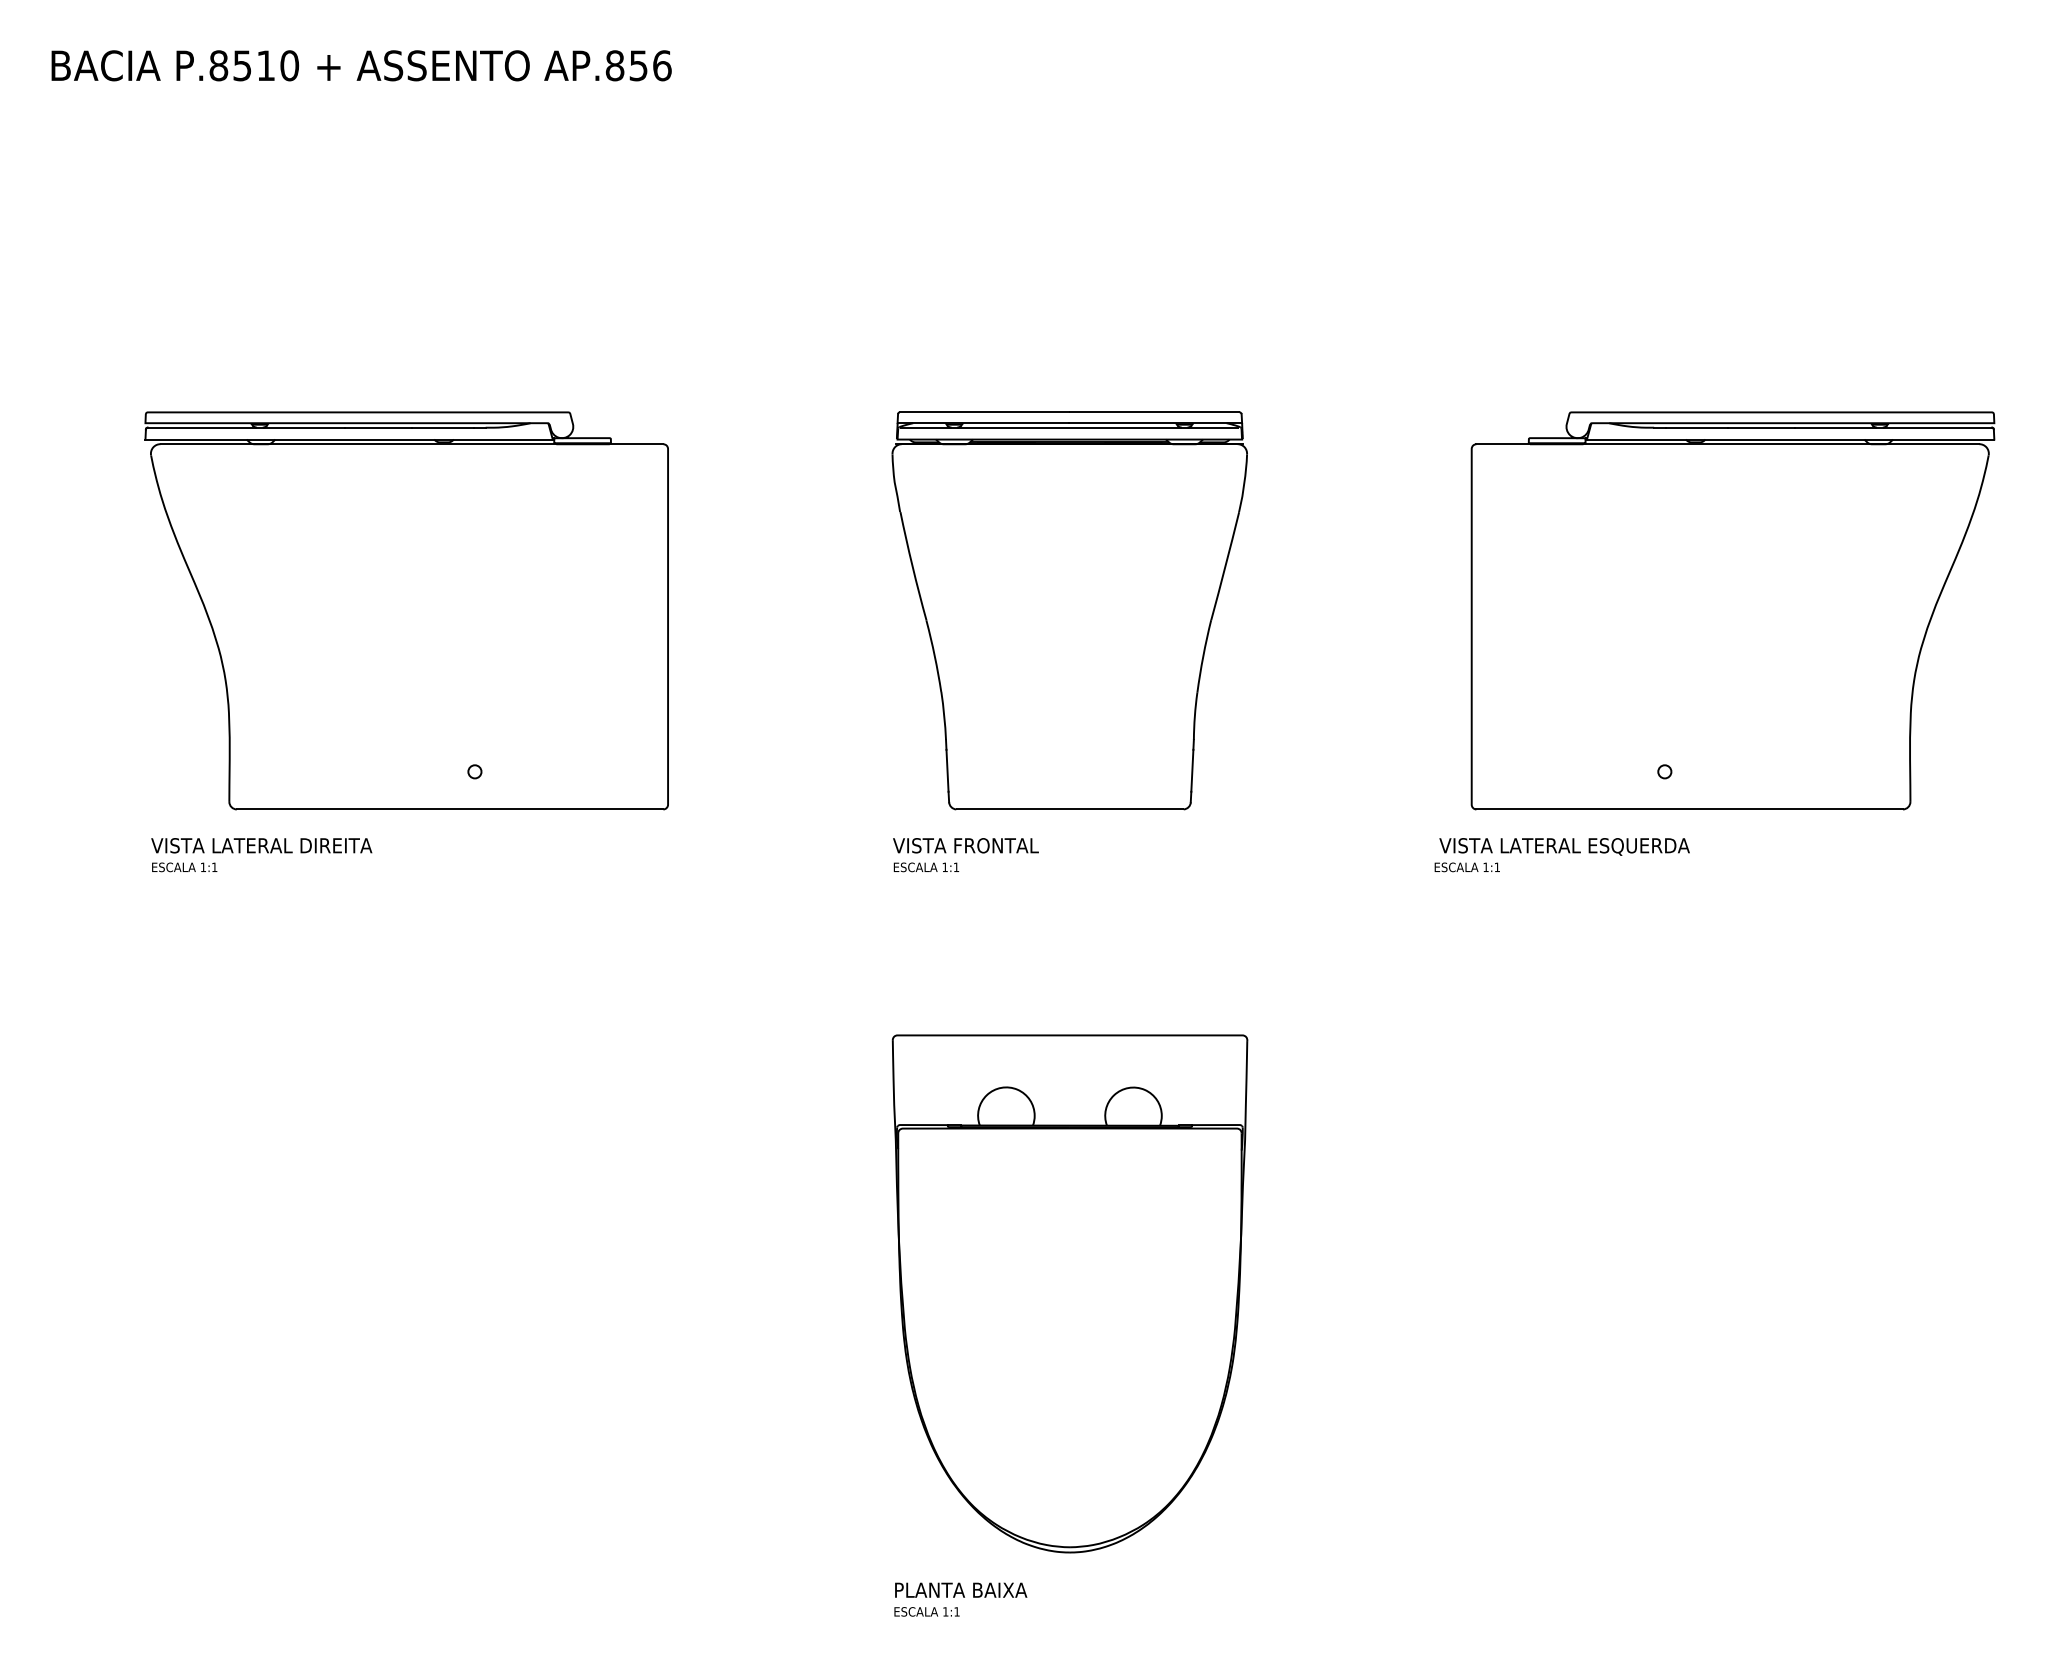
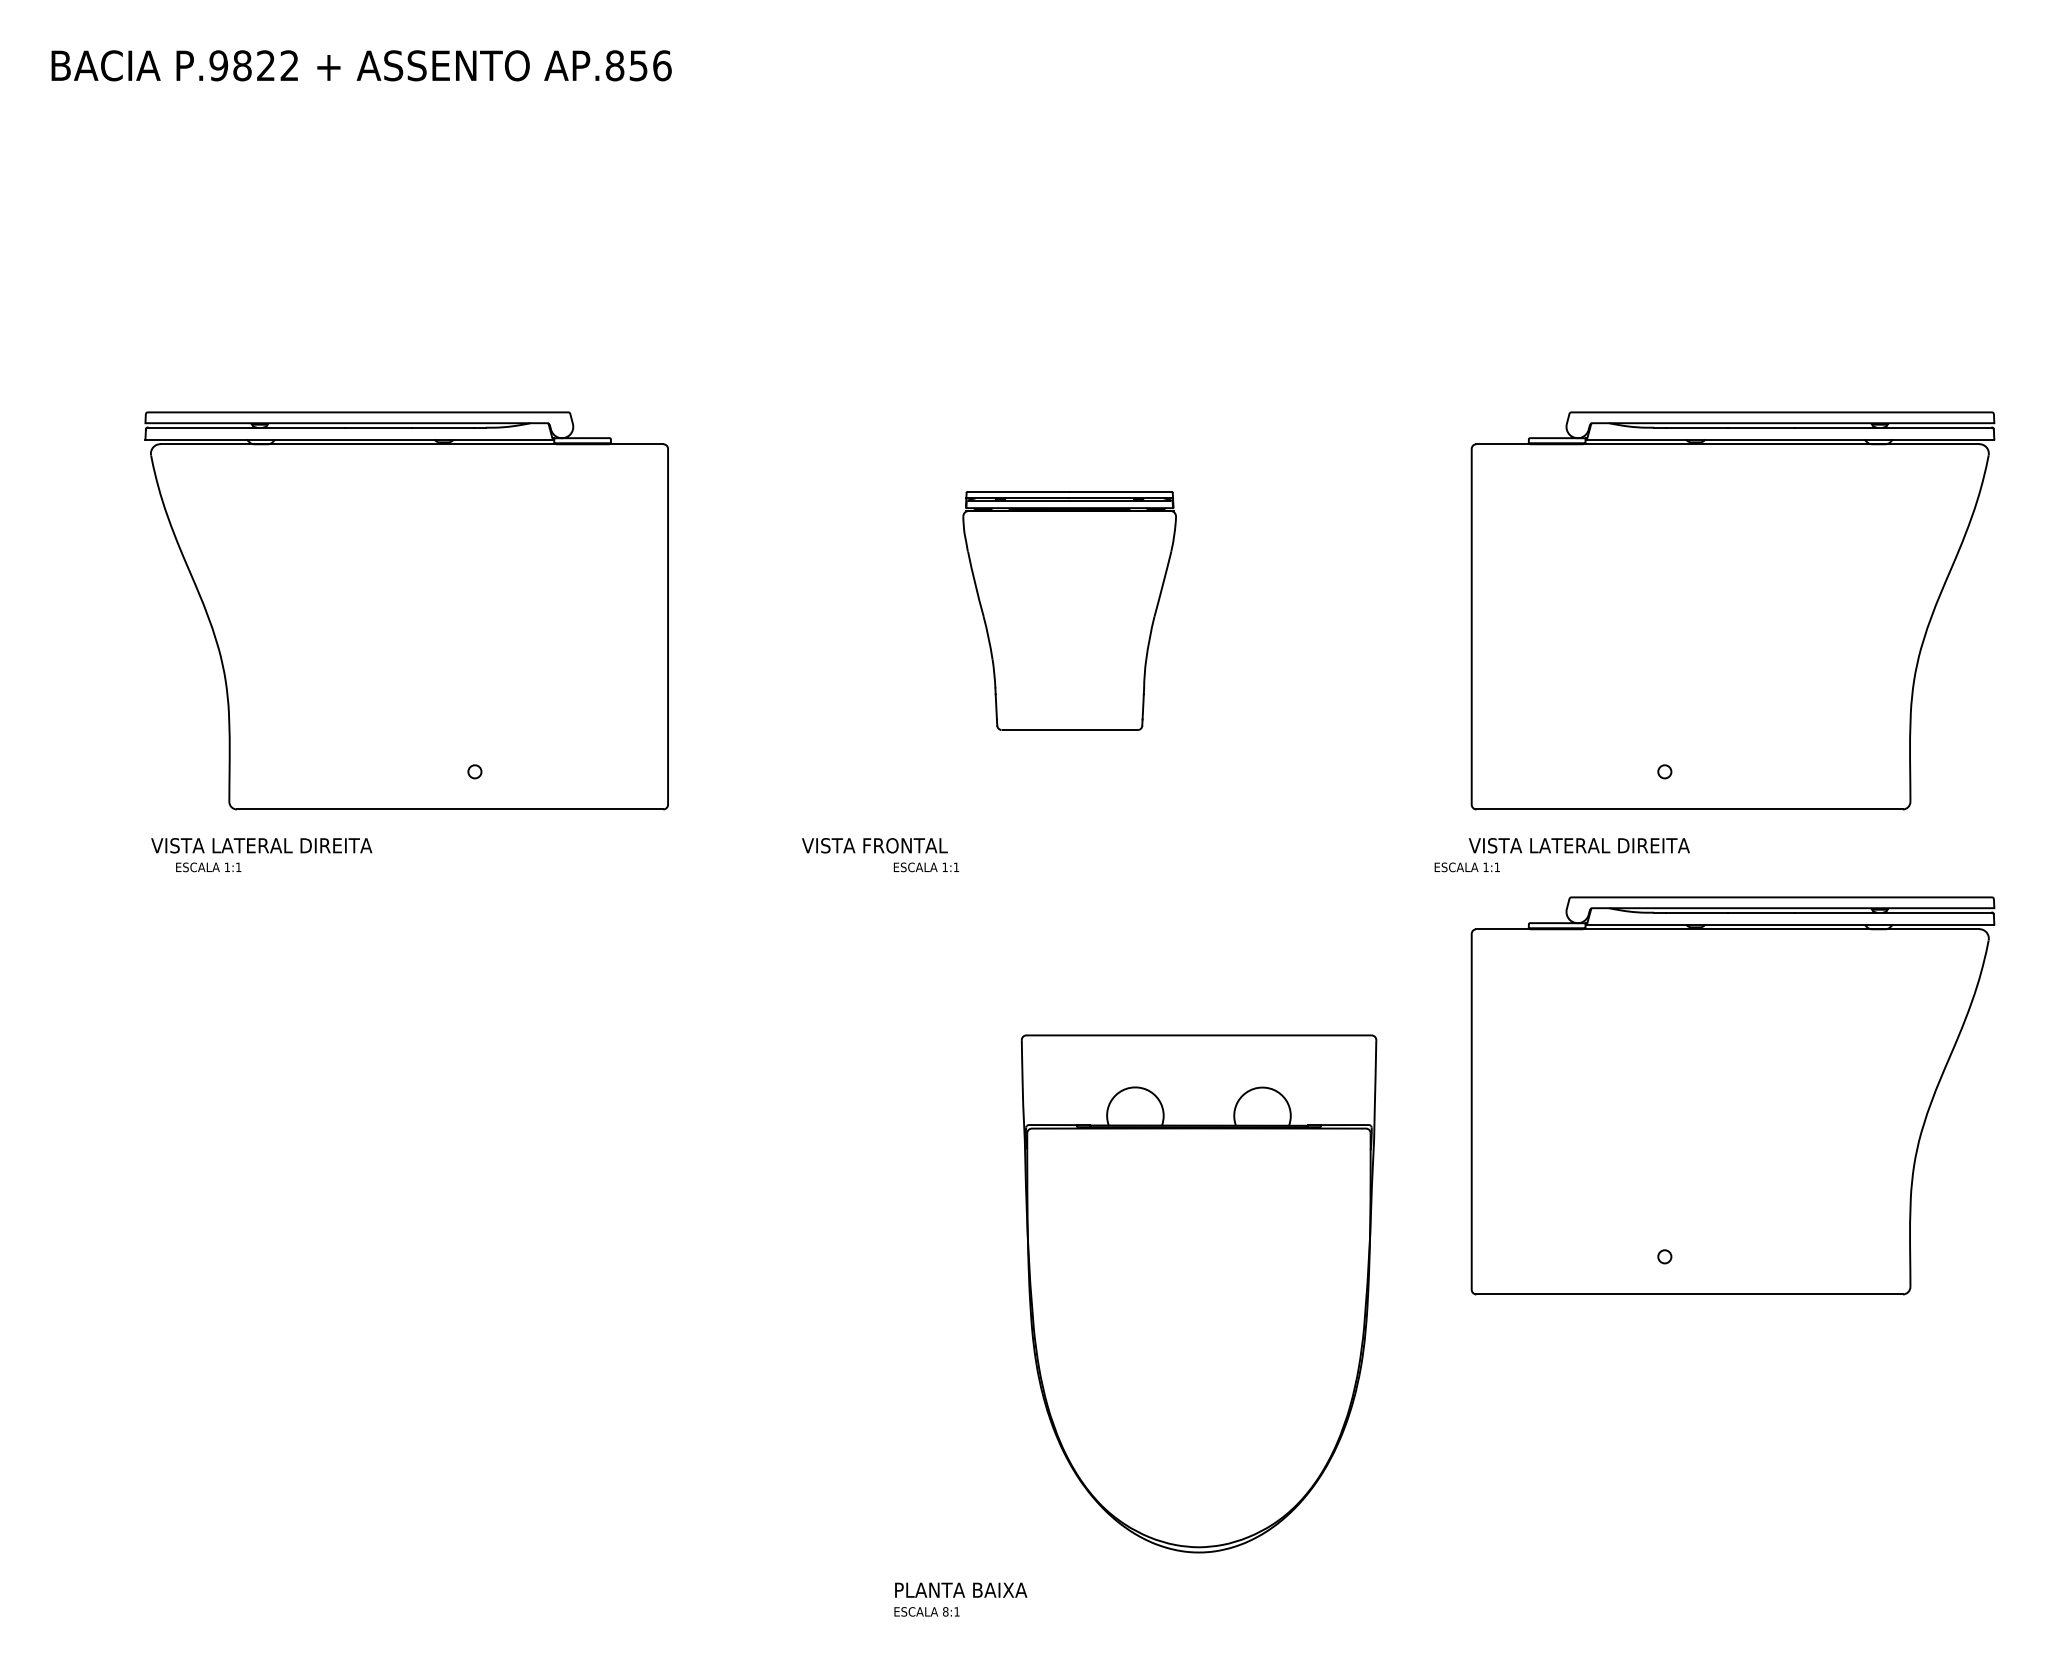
text at (254, 65): P.8510 -> P.9822
part at (1069, 610) size: 357x400 px -> 215x240 px
text at (965, 845) position: (965, 845) -> (874, 845)
text at (1558, 846): VISTA LATERAL ESQUERDA -> VISTA LATERAL DIREITA
text at (184, 867) position: (184, 867) -> (208, 867)
part at (1732, 1095): none -> present
part at (1069, 1293) position: (1069, 1293) -> (1198, 1293)
text at (945, 1611): 1:1 -> 8:1
